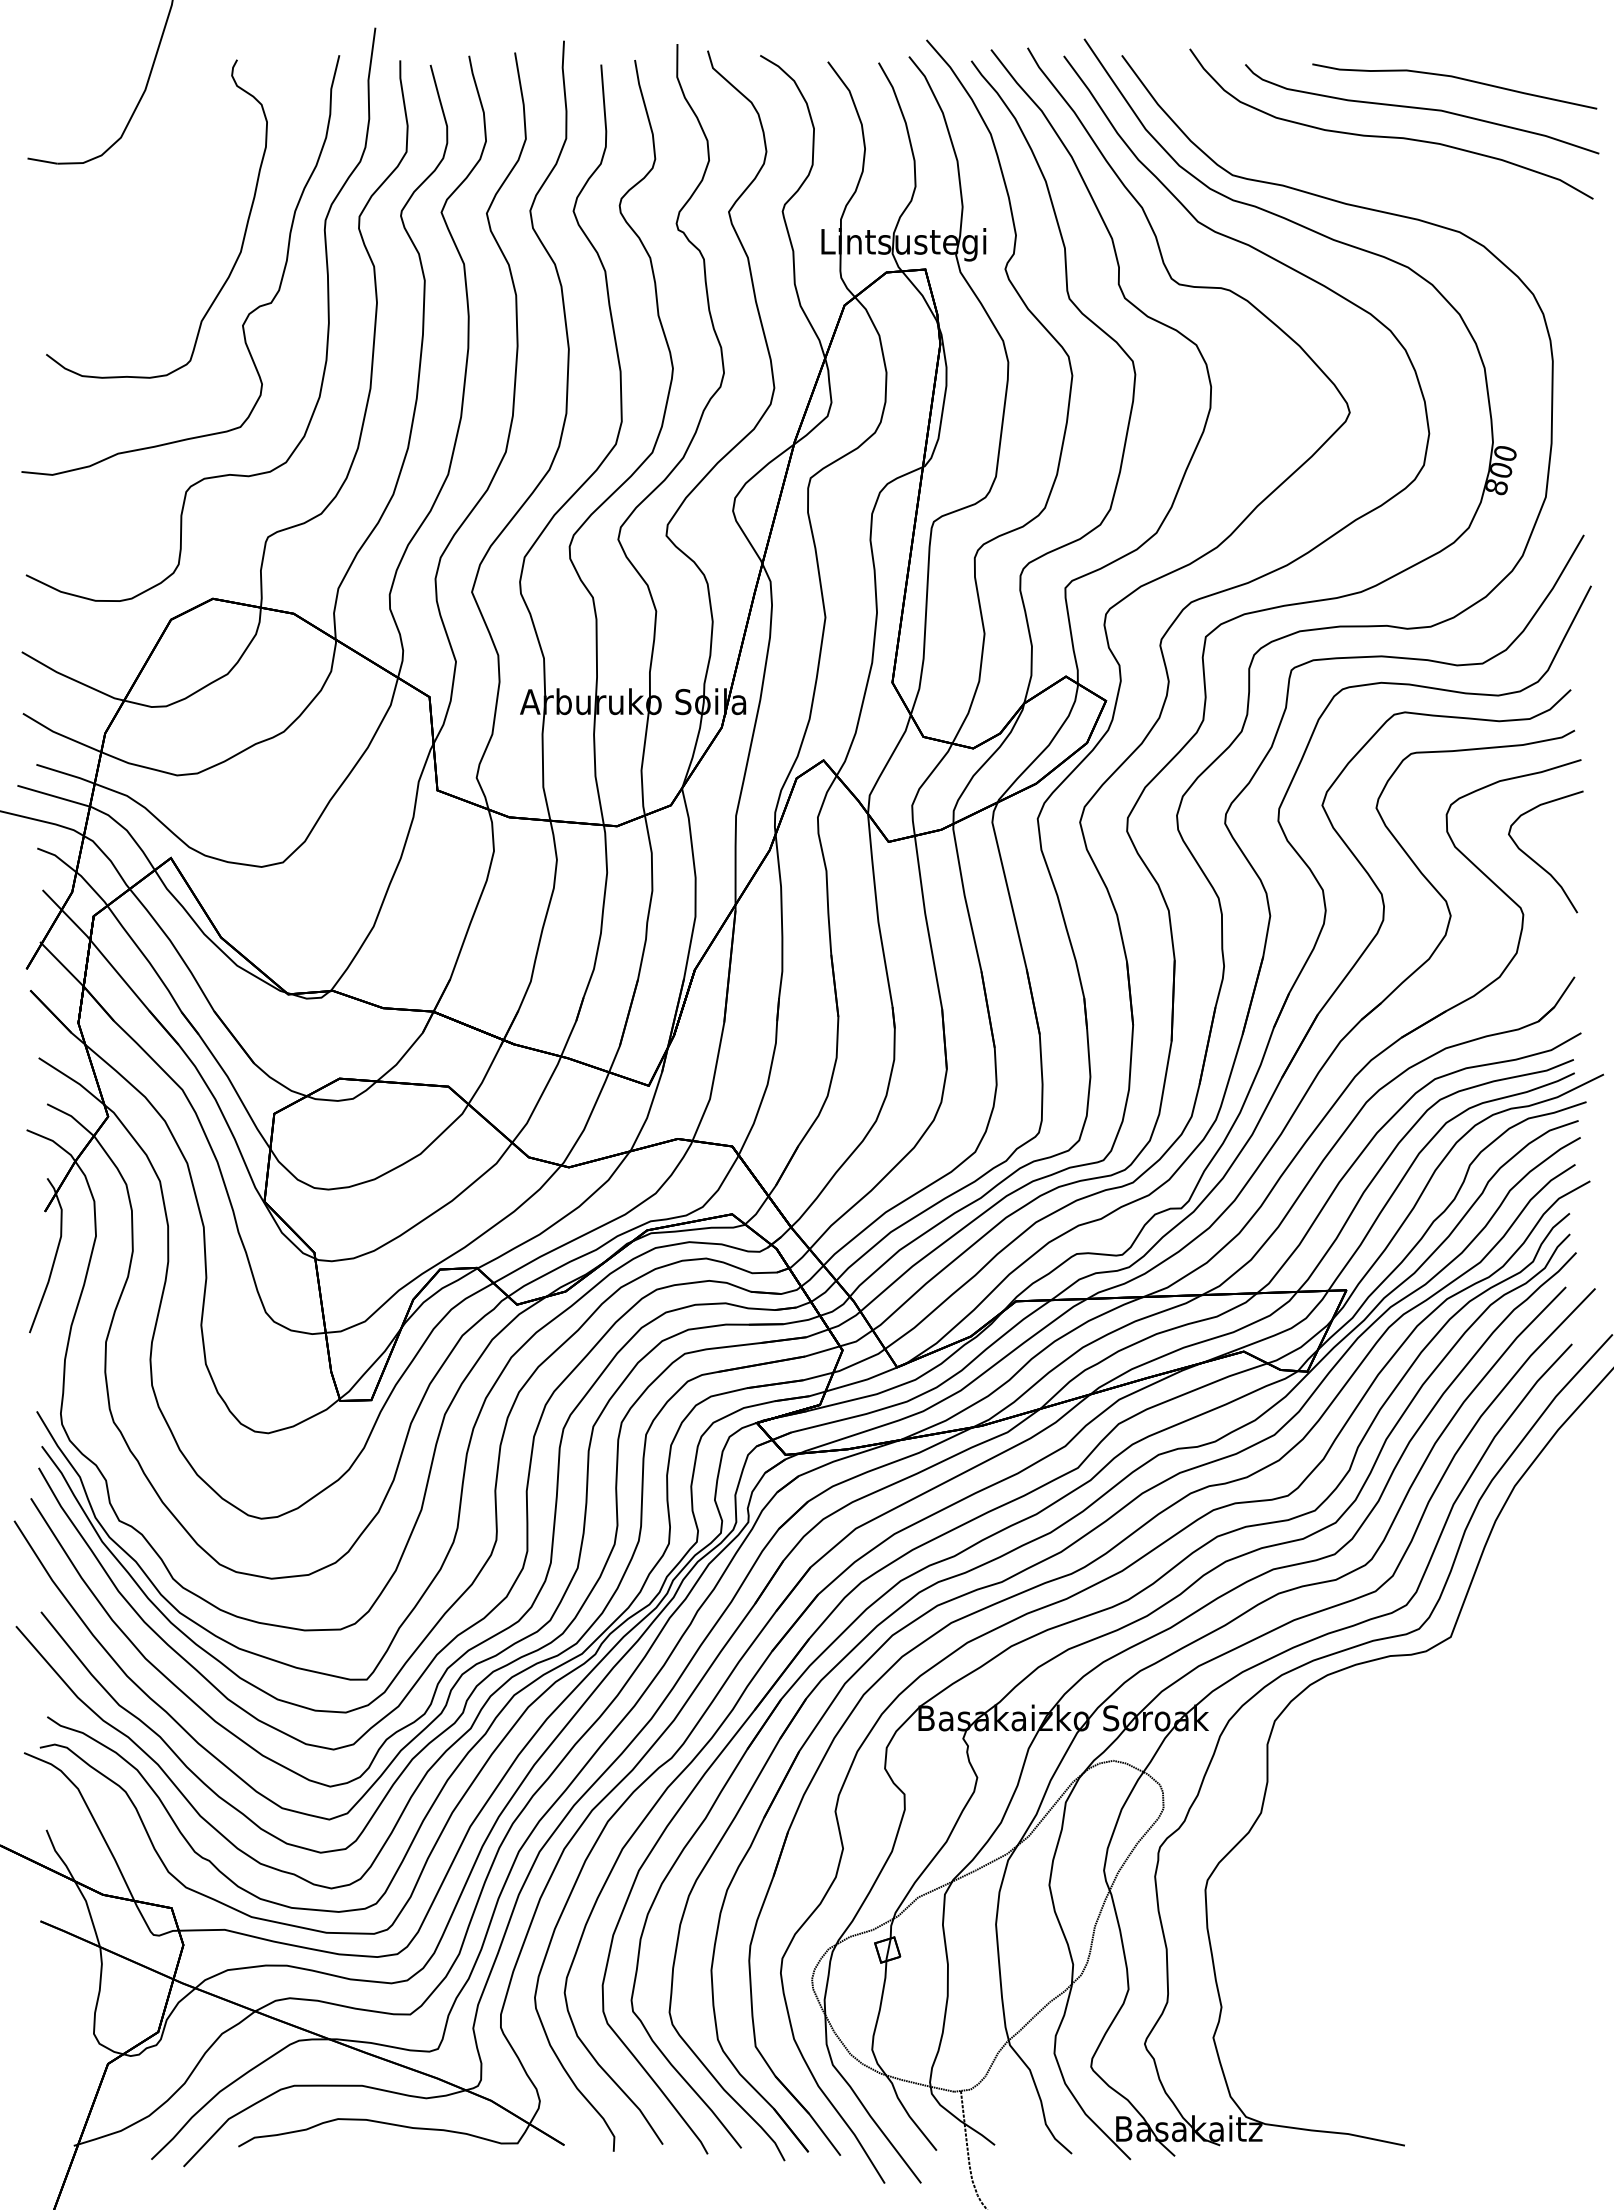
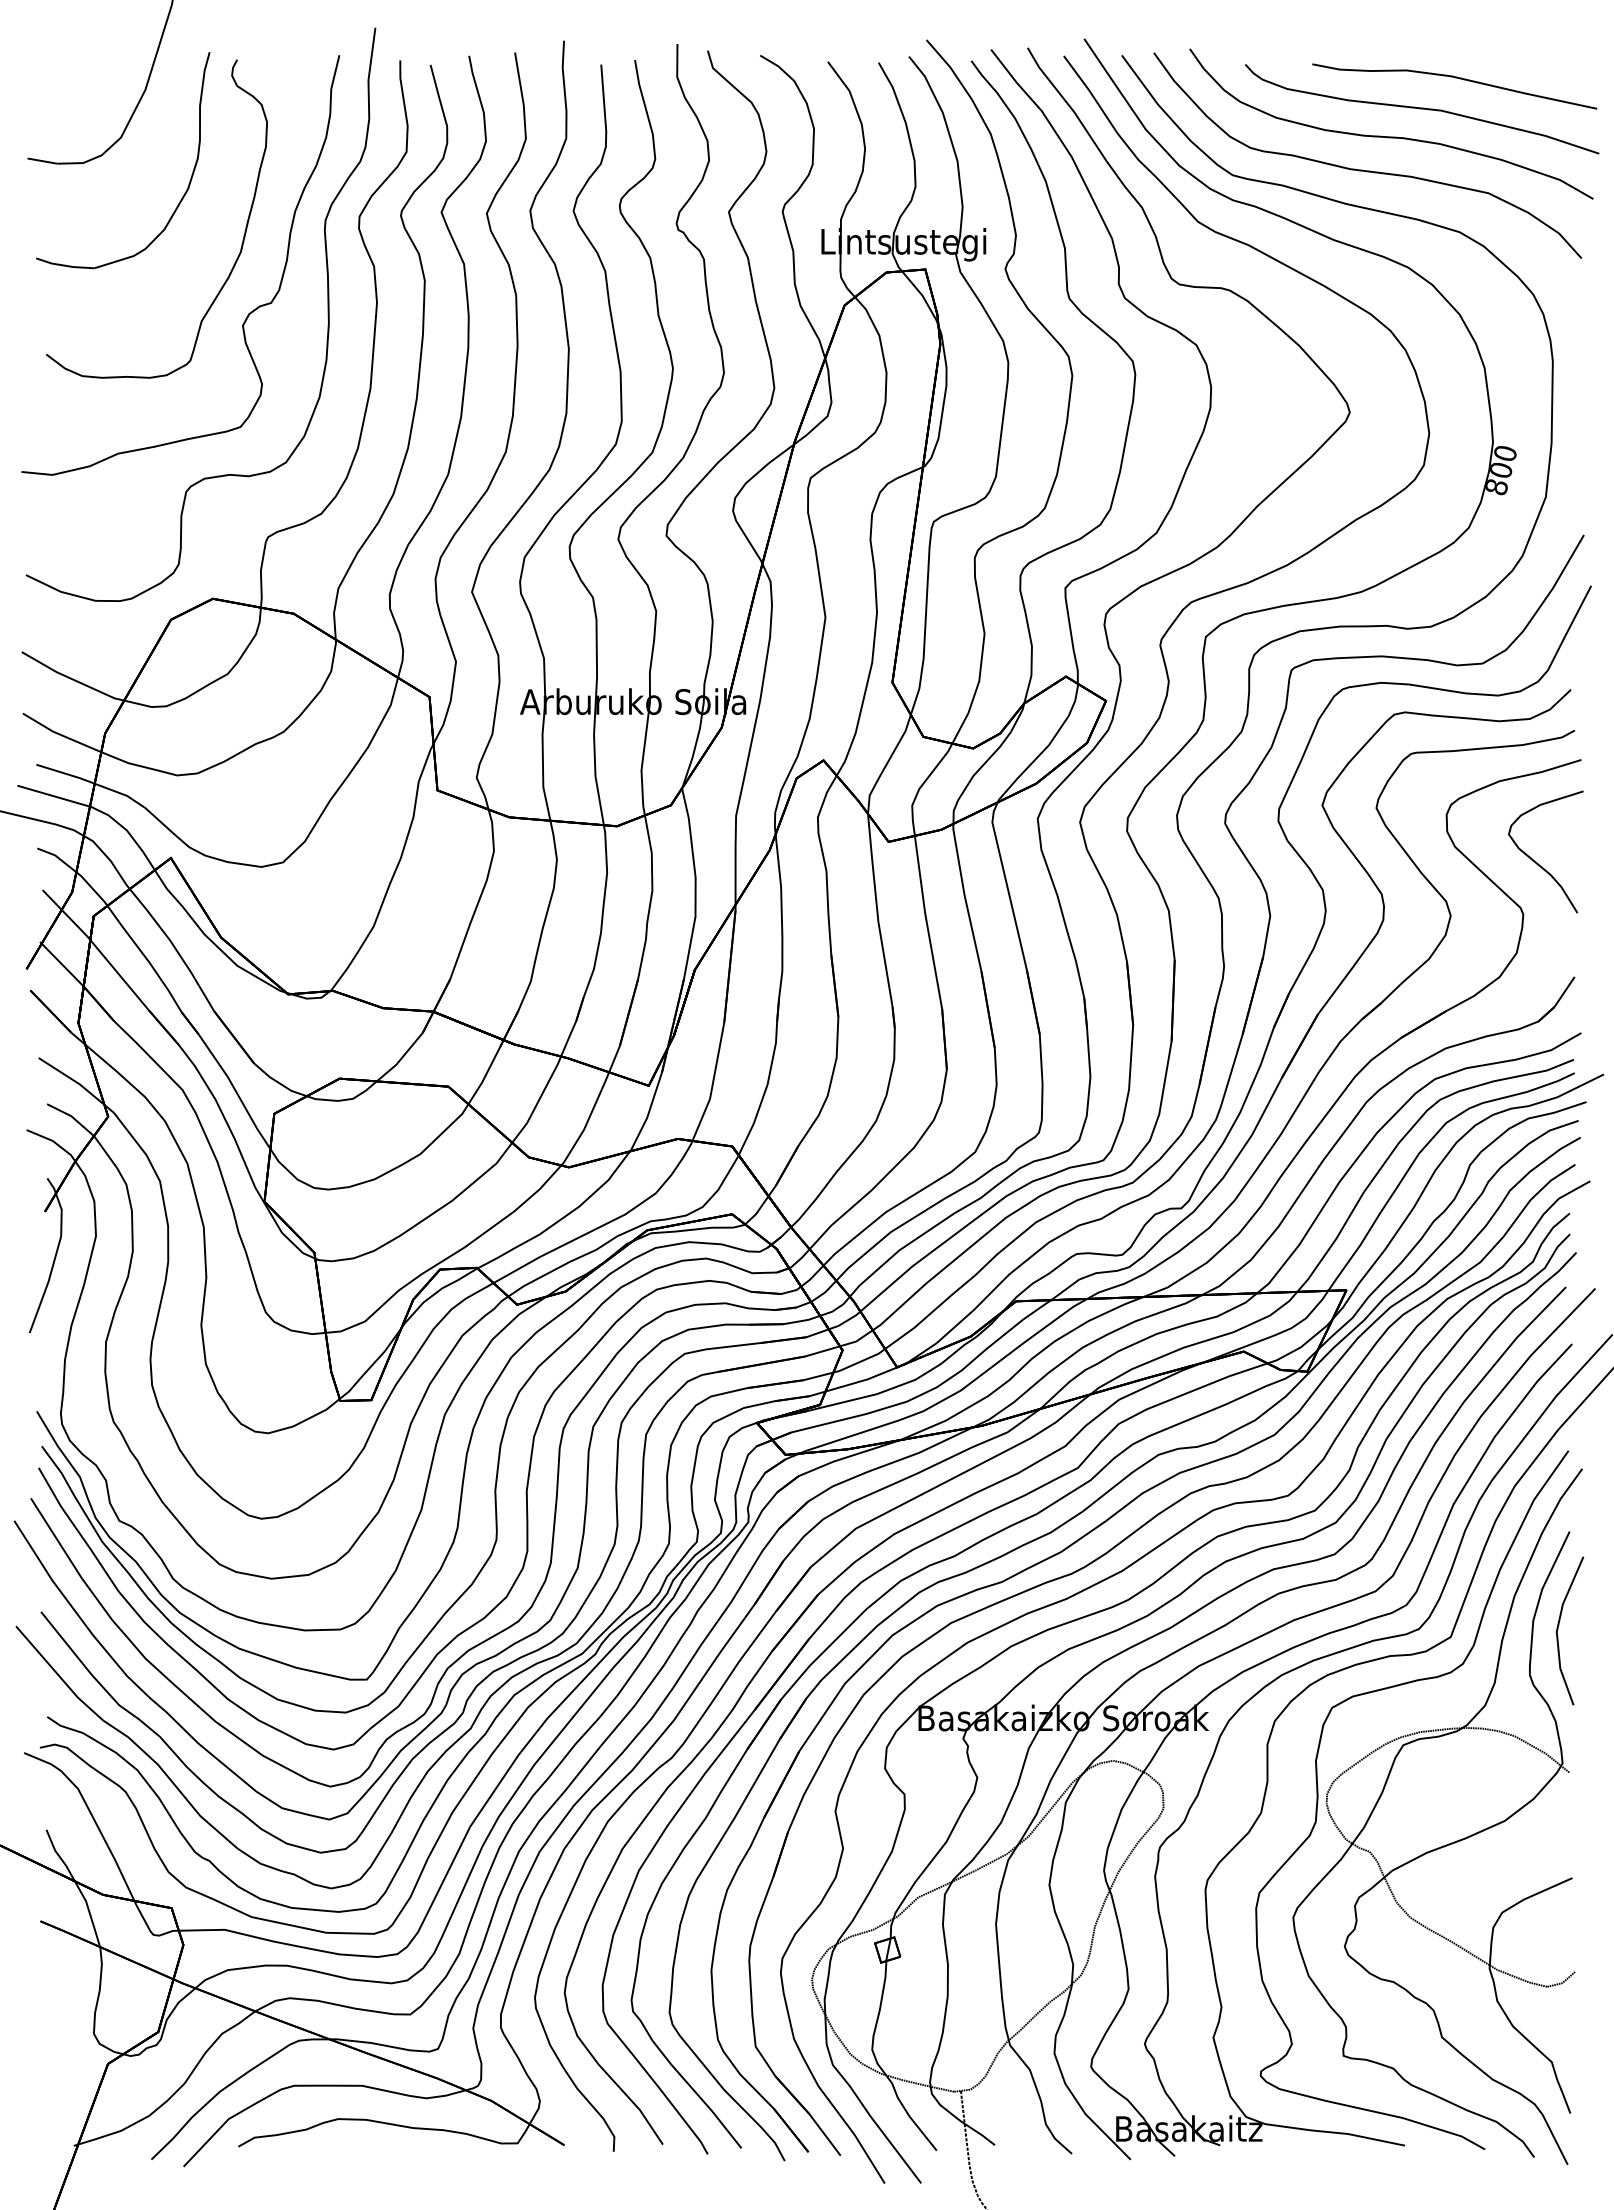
curve at (1363, 169): none -> present
part at (188, 183): none -> present
part at (1419, 1807): none -> present
